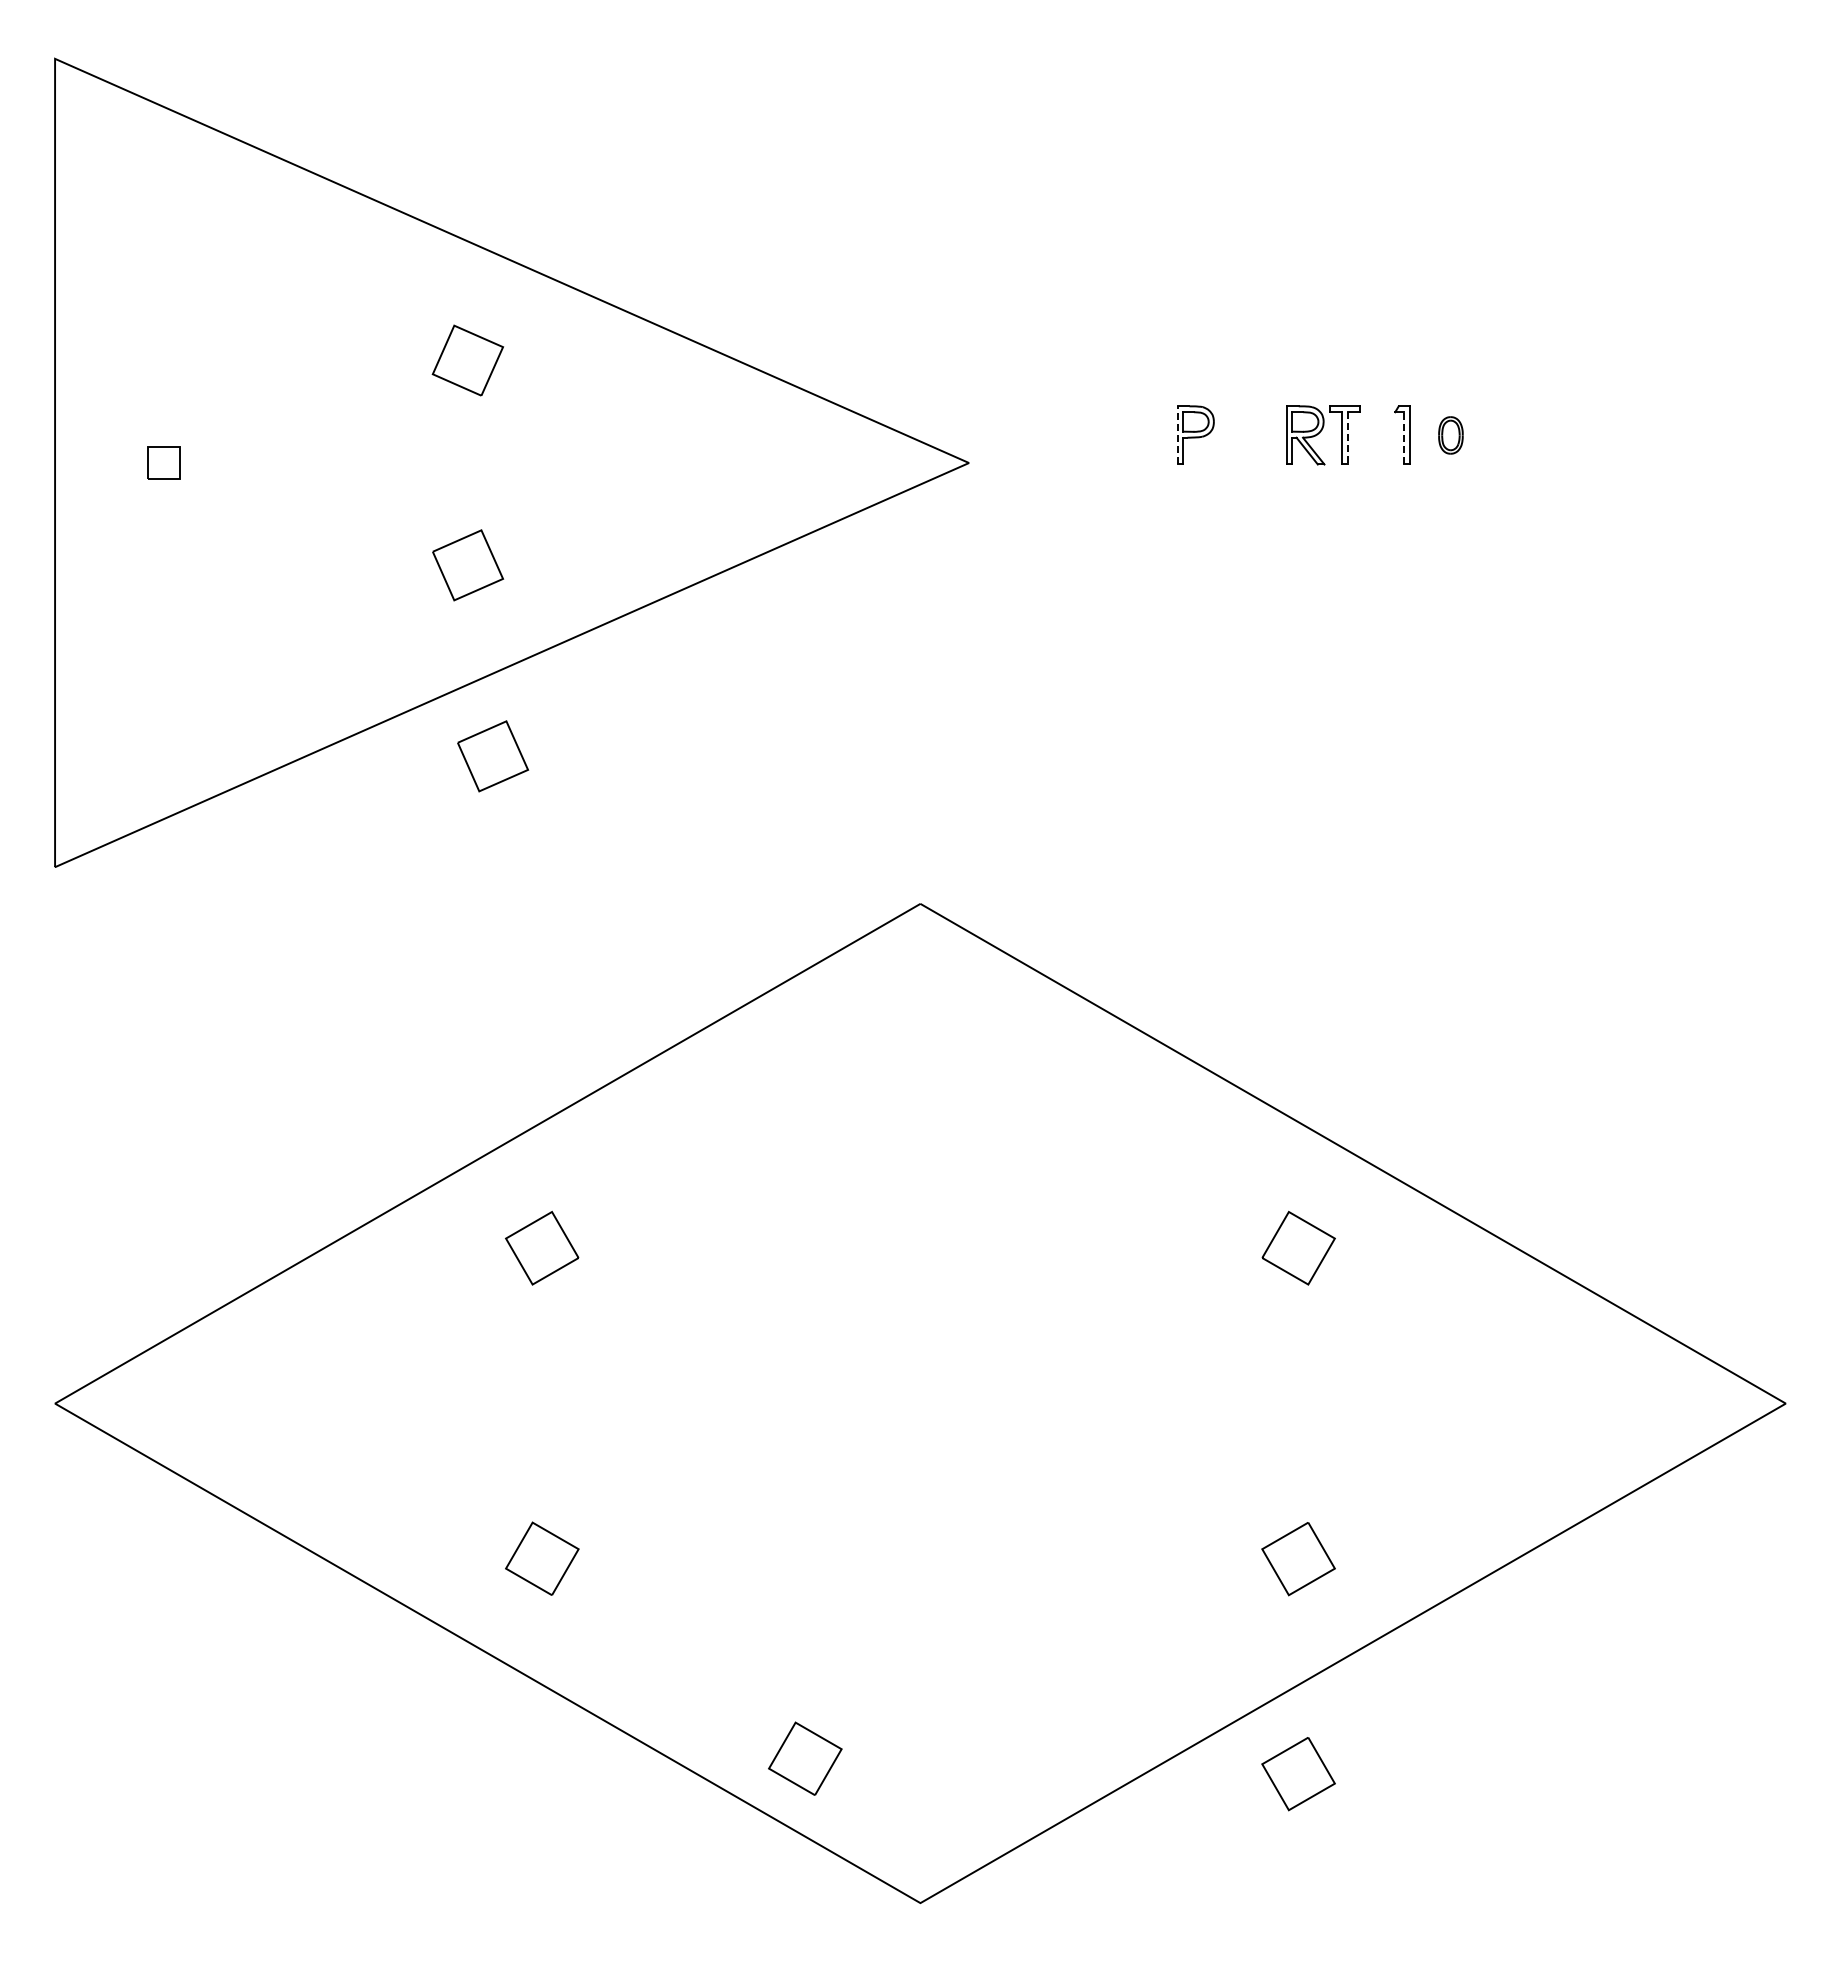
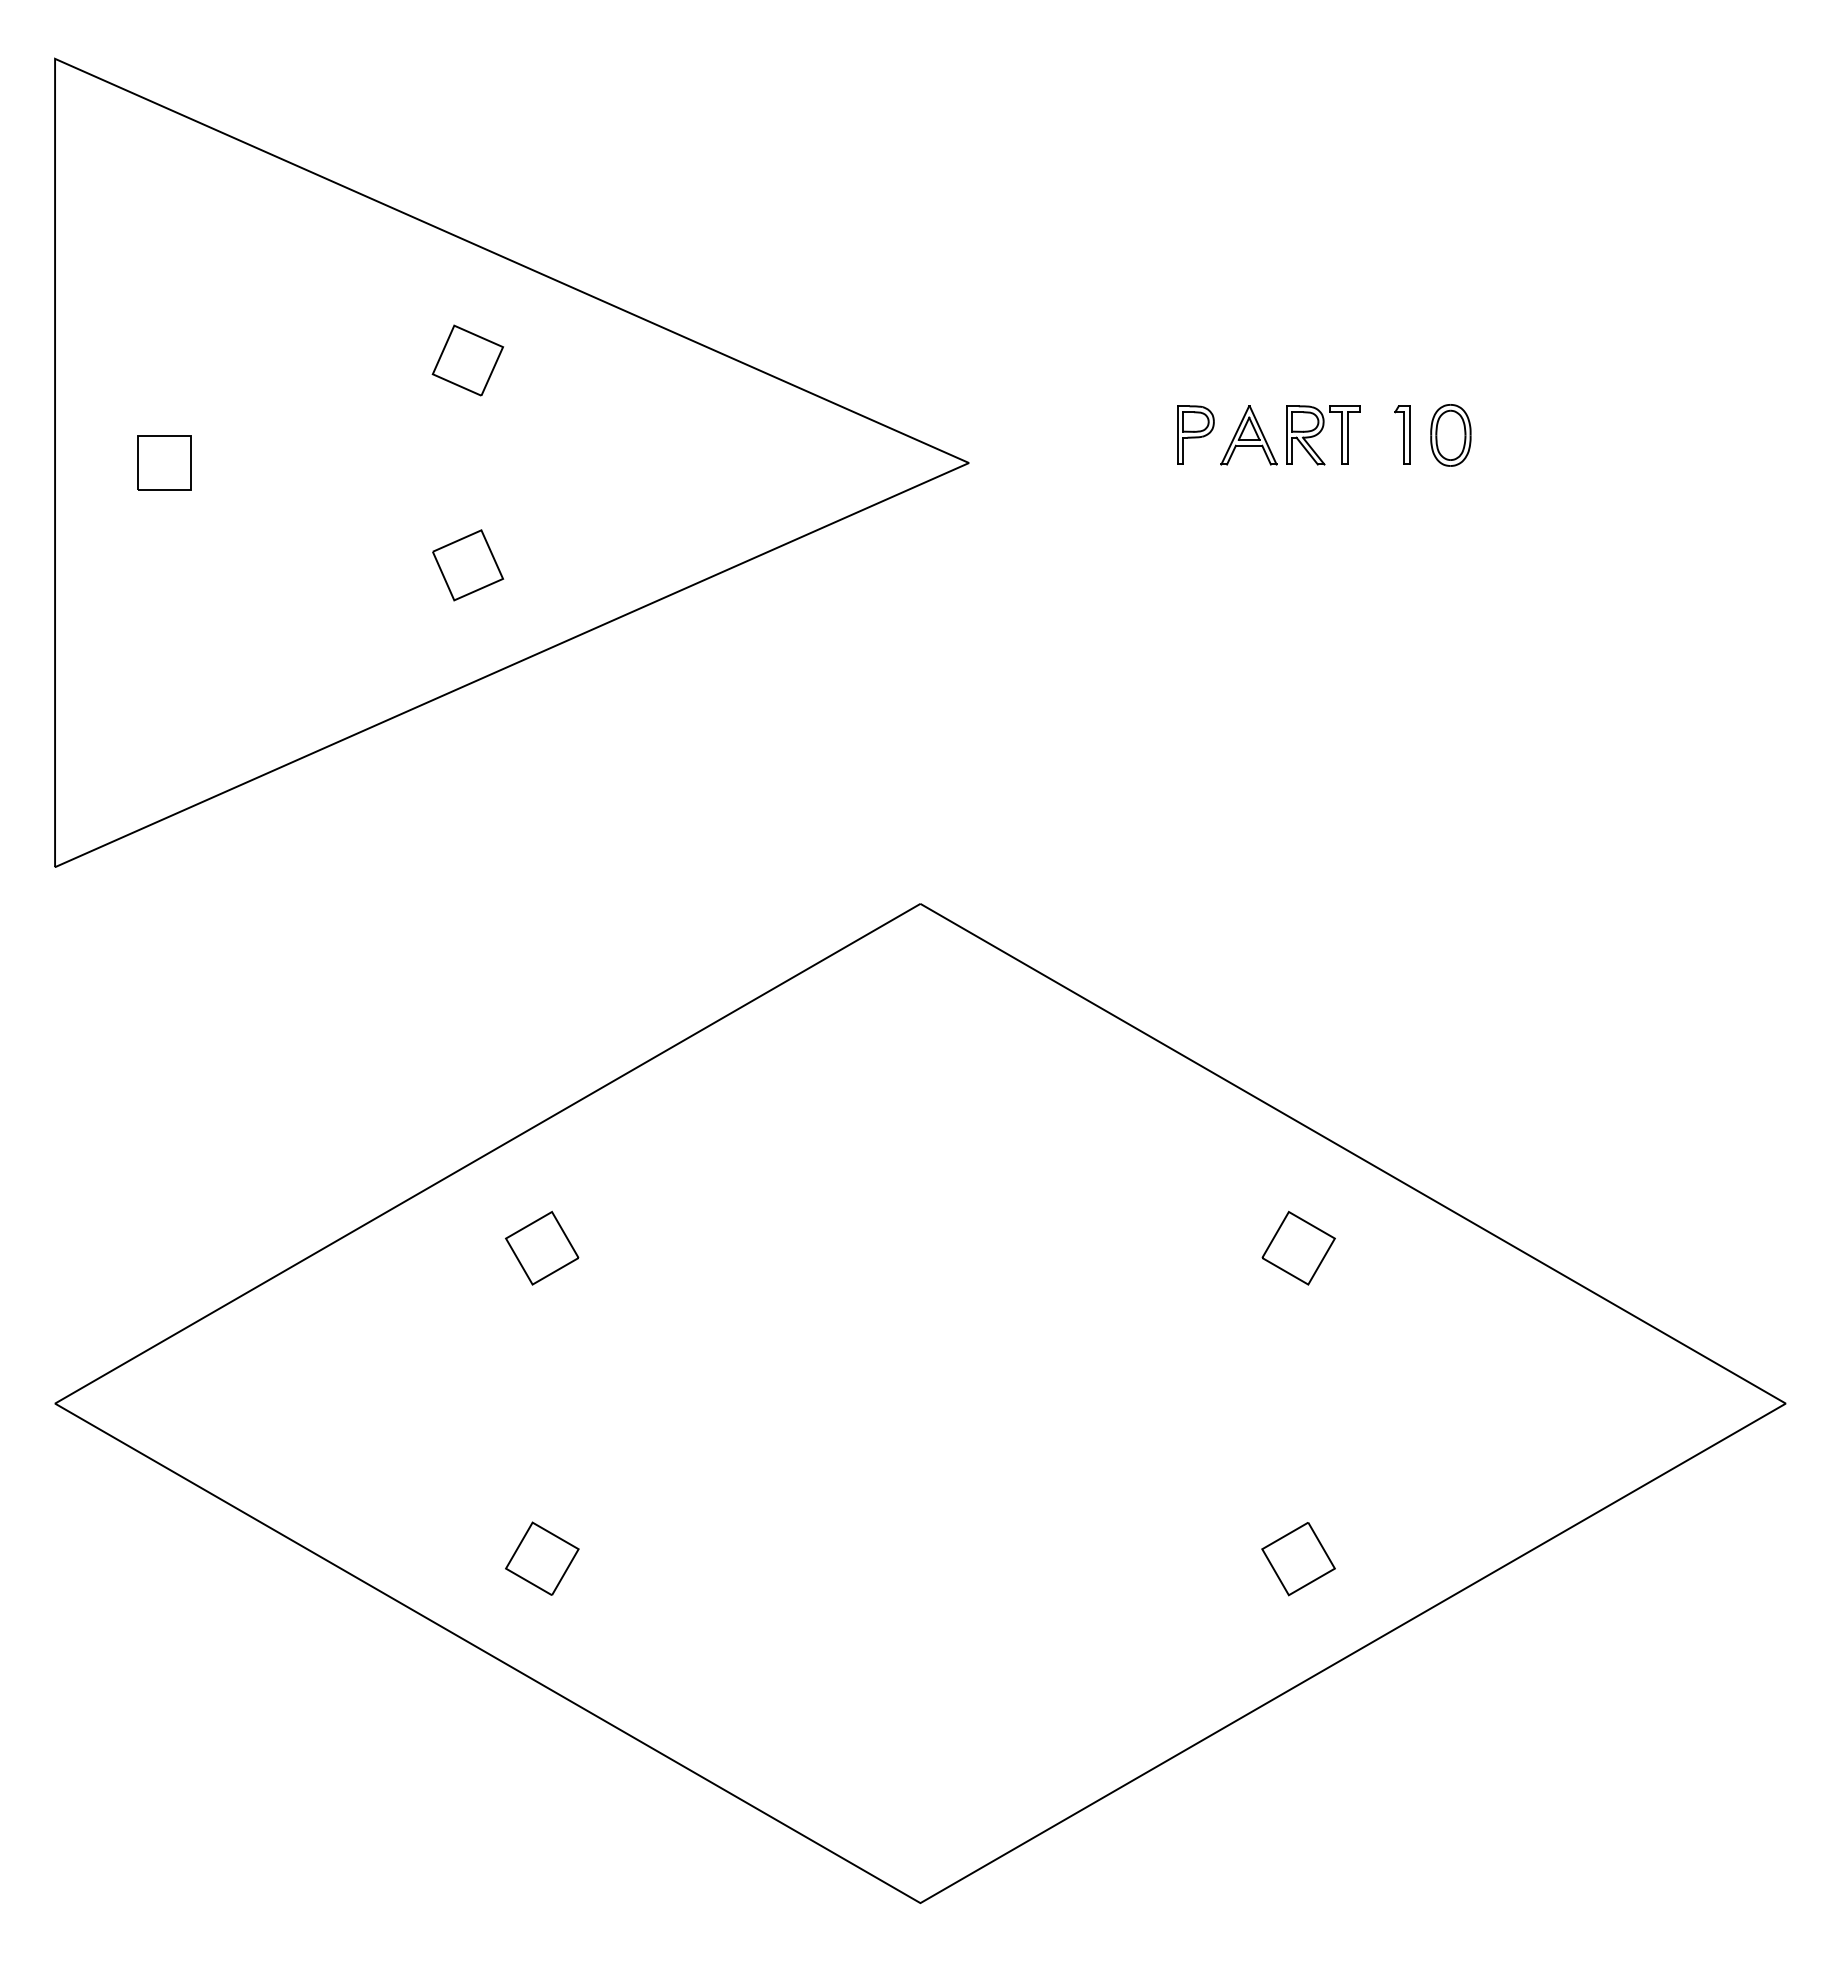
line at (1178, 434): dashed -> solid
part at (1248, 435): none -> present
part at (1450, 435) size: 26x39 px -> 42x63 px
line at (1404, 437): dashed -> solid
line at (1347, 438): dashed -> solid
part at (163, 462) size: 34x34 px -> 55x56 px
part at (493, 756): present -> none
part at (805, 1758): present -> none
part at (1298, 1774): present -> none
